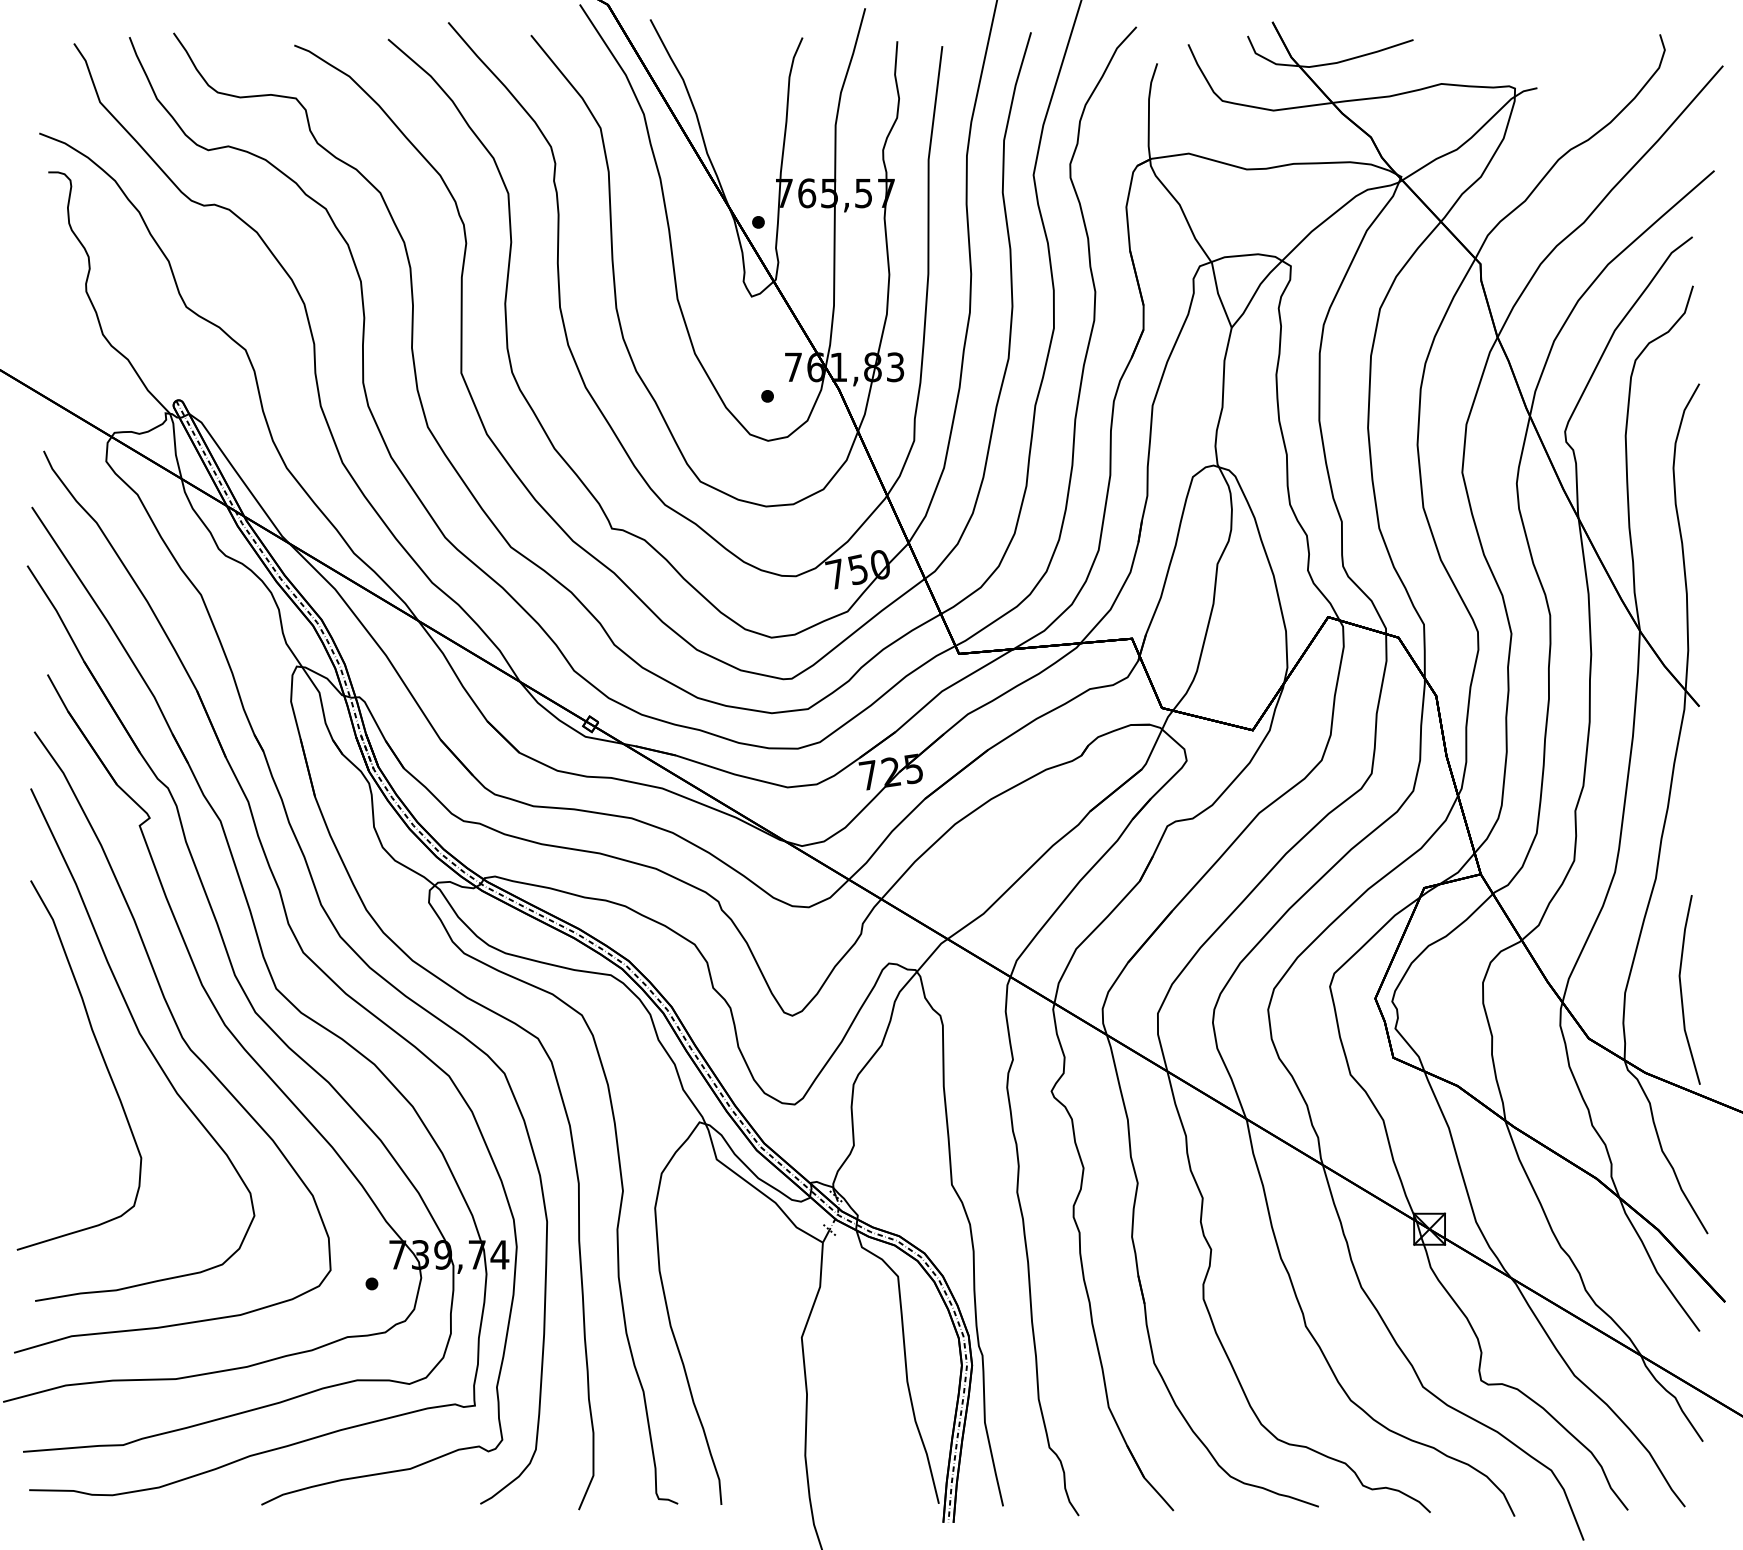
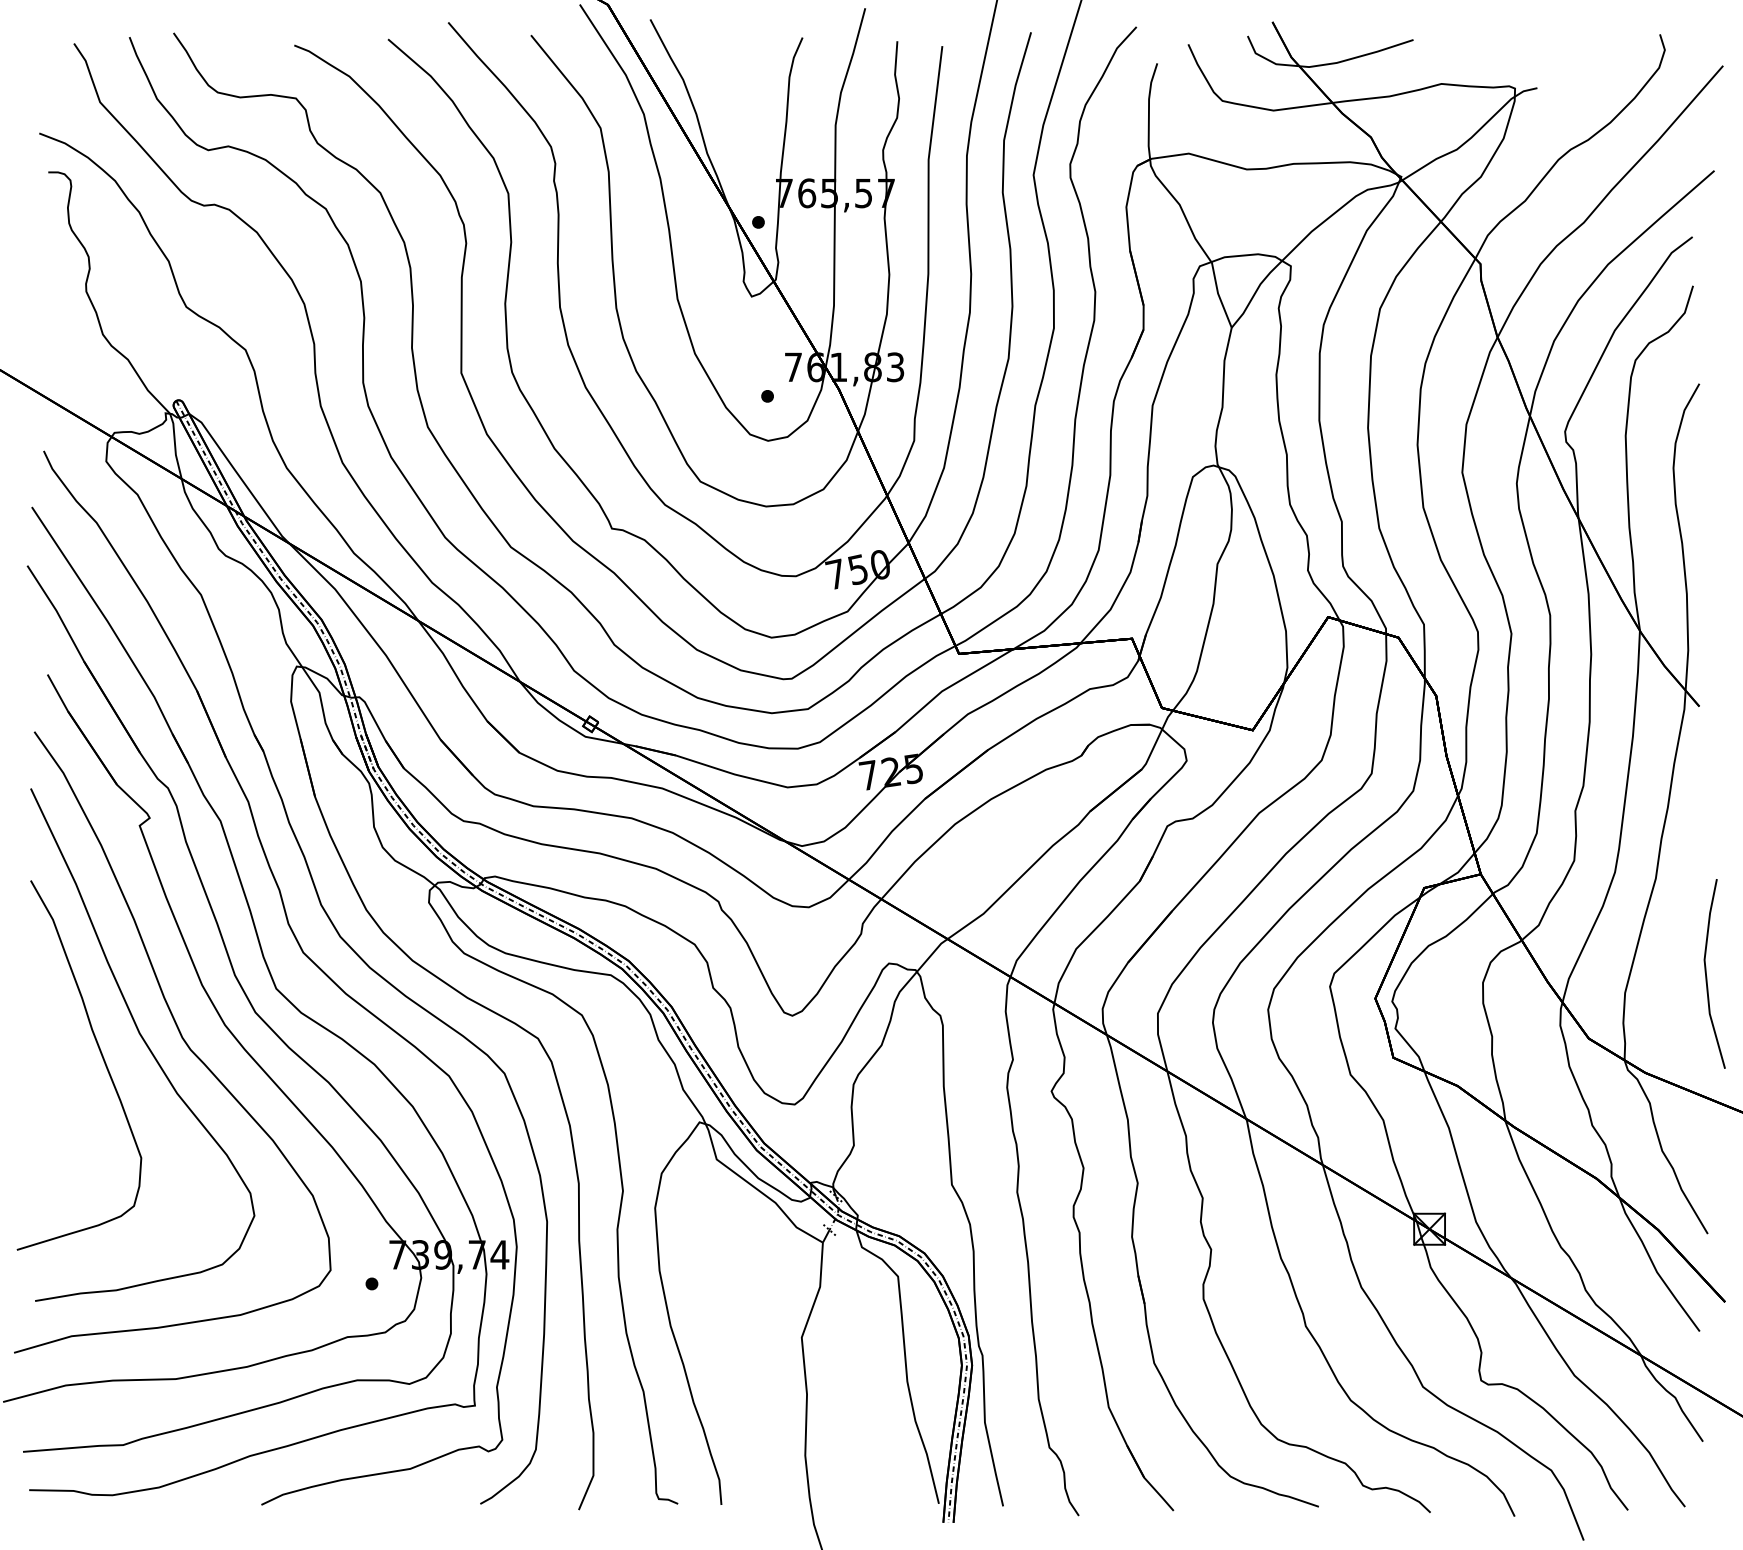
line at (1682, 992) position: (1682, 992) -> (1707, 976)
